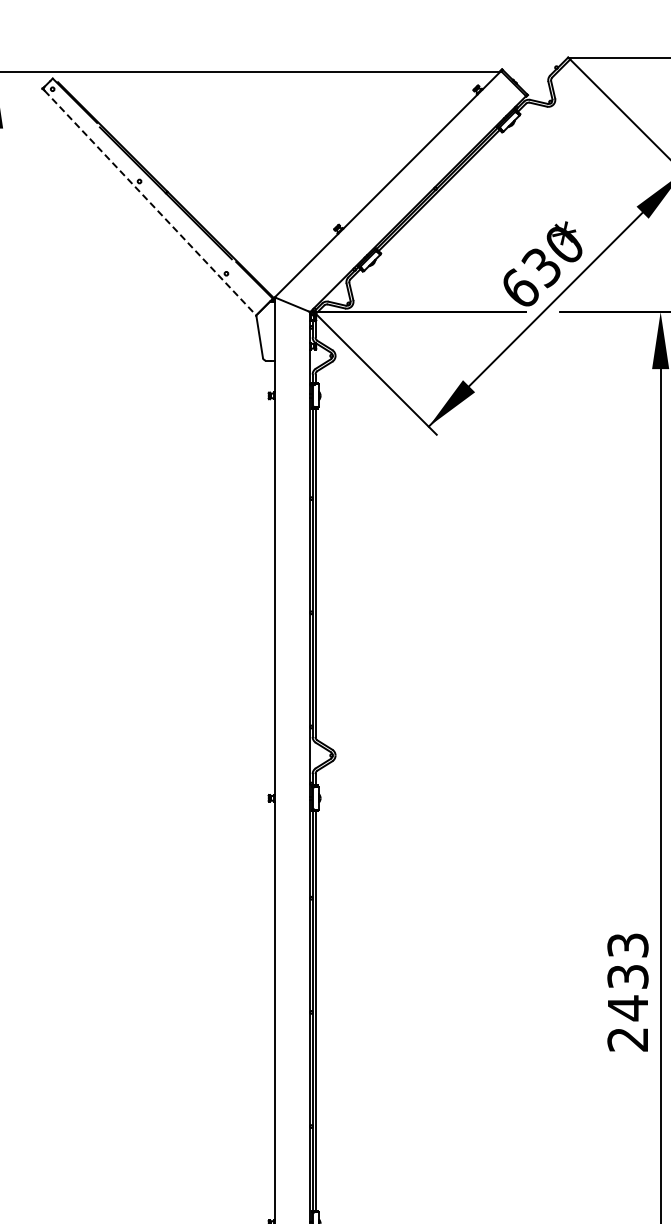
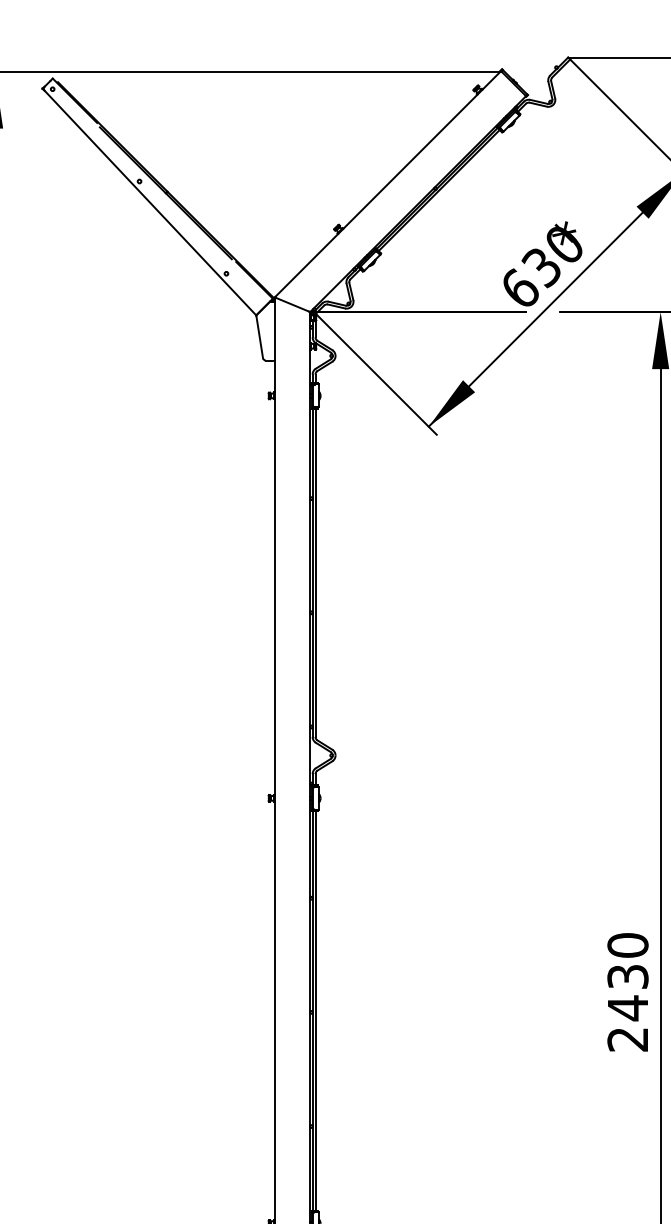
line at (150, 203): dashed -> solid
text at (627, 945): 2433 -> 2430
